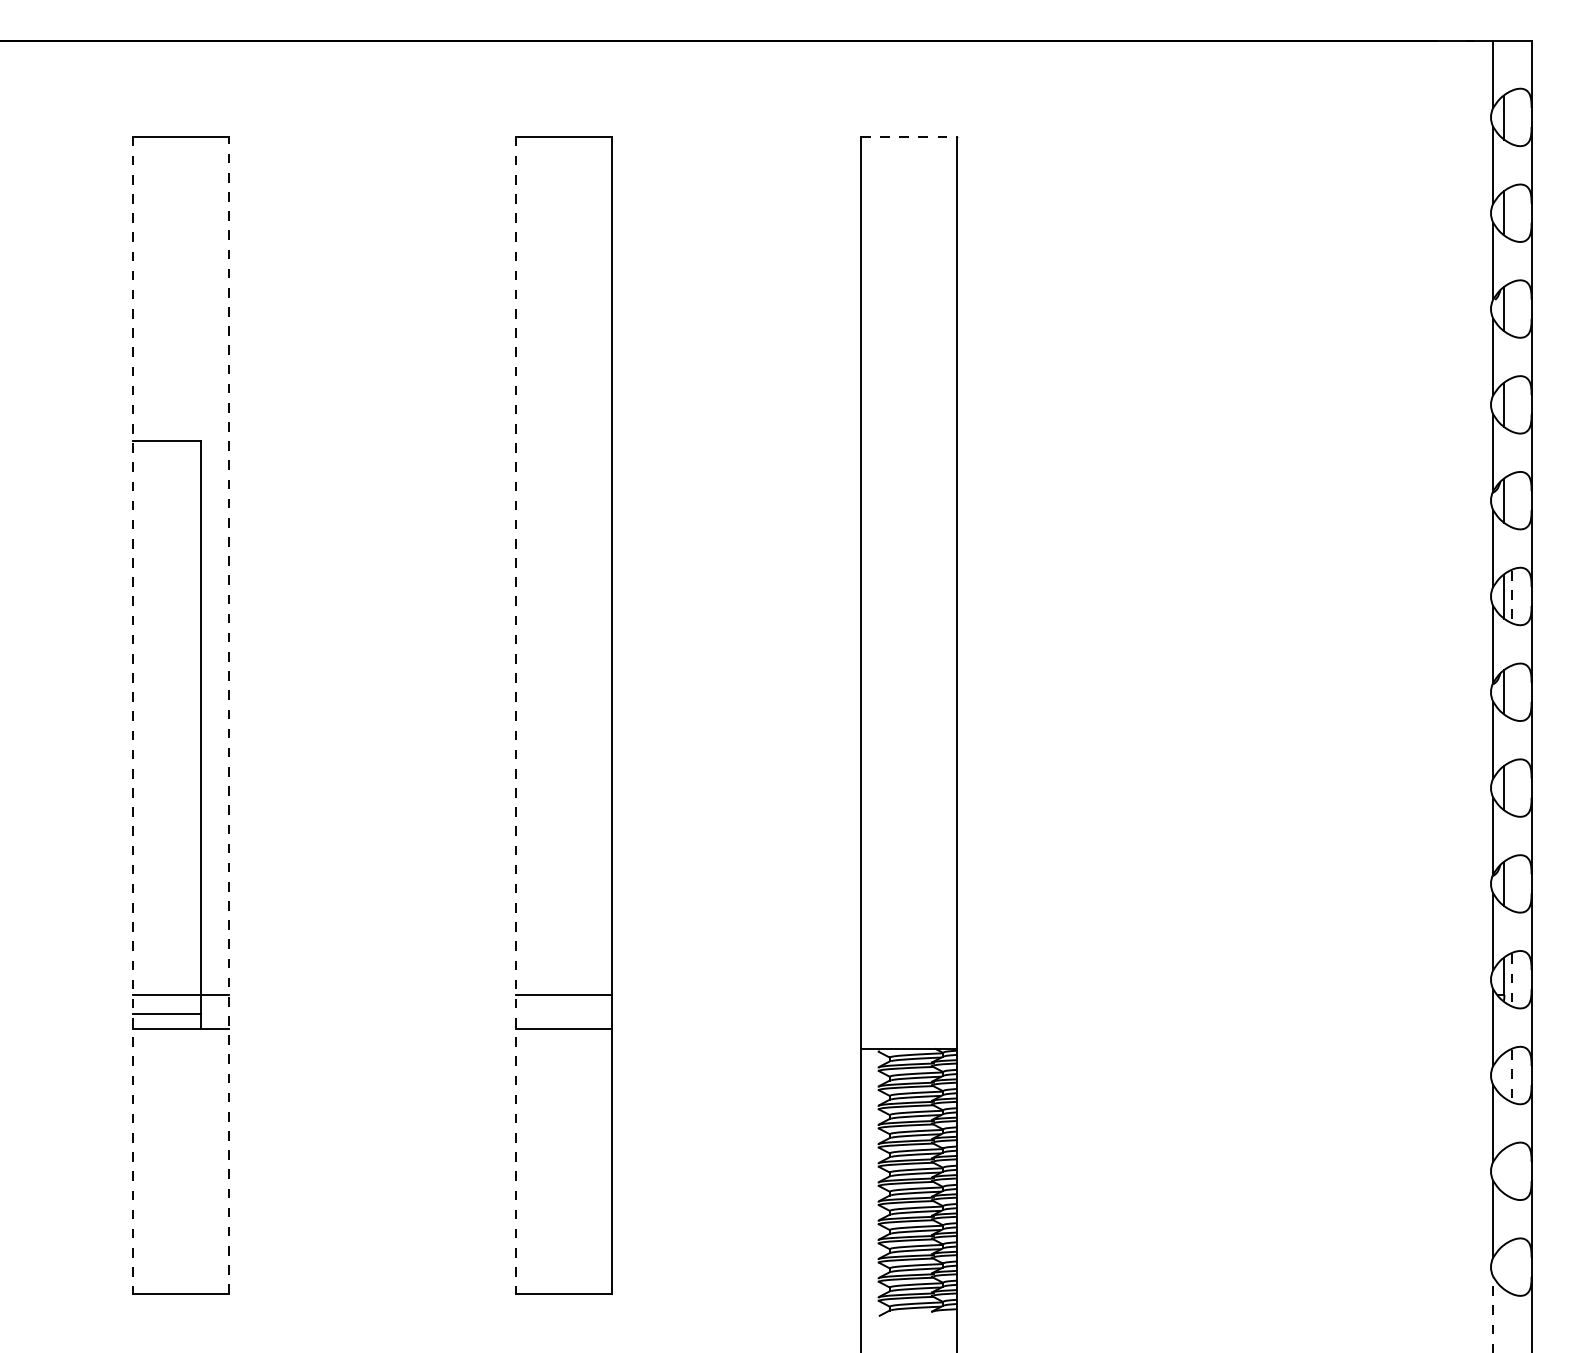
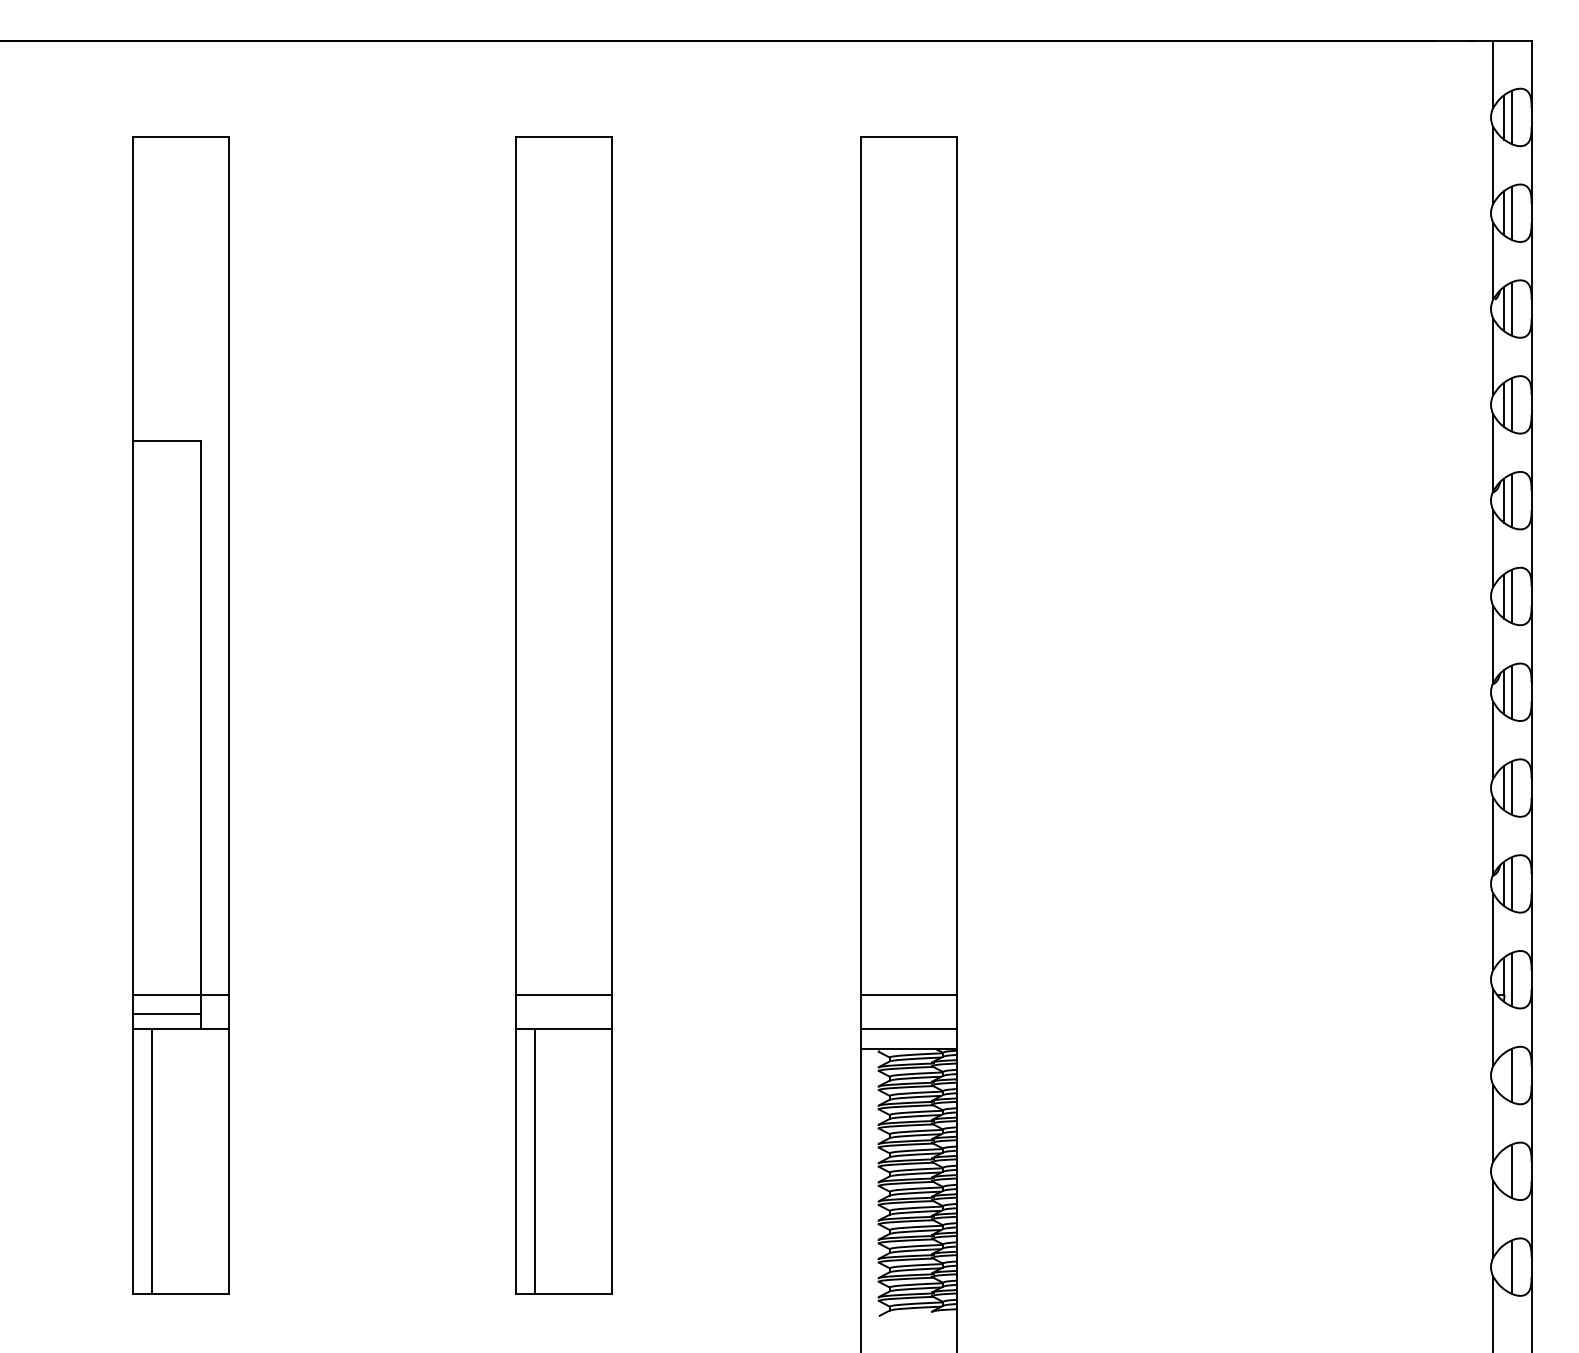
line at (1512, 117): none -> present
line at (908, 136): dashed -> solid
line at (1512, 212): none -> present
line at (1512, 308): none -> present
line at (1512, 404): none -> present
line at (1512, 500): none -> present
line at (1512, 596): dashed -> solid
line at (1512, 691): none -> present
line at (132, 715): dashed -> solid
line at (228, 715): dashed -> solid
line at (516, 715): dashed -> solid
line at (1512, 787): none -> present
line at (1512, 883): none -> present
line at (1512, 980): dashed -> solid
line at (908, 994): none -> present
line at (908, 1029): none -> present
line at (1512, 1076): dashed -> solid
line at (151, 1161): none -> present
line at (535, 1161): none -> present
line at (1512, 1170): none -> present
line at (1512, 1266): none -> present
line at (1493, 1314): dashed -> solid
